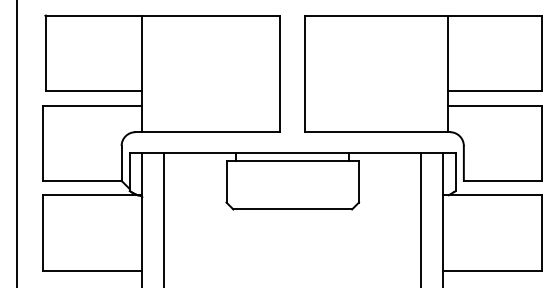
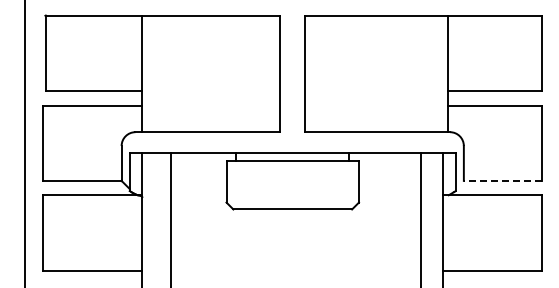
line at (16, 143) position: (16, 143) -> (24, 143)
line at (502, 180): solid -> dashed
line at (164, 218) position: (164, 218) -> (171, 218)
